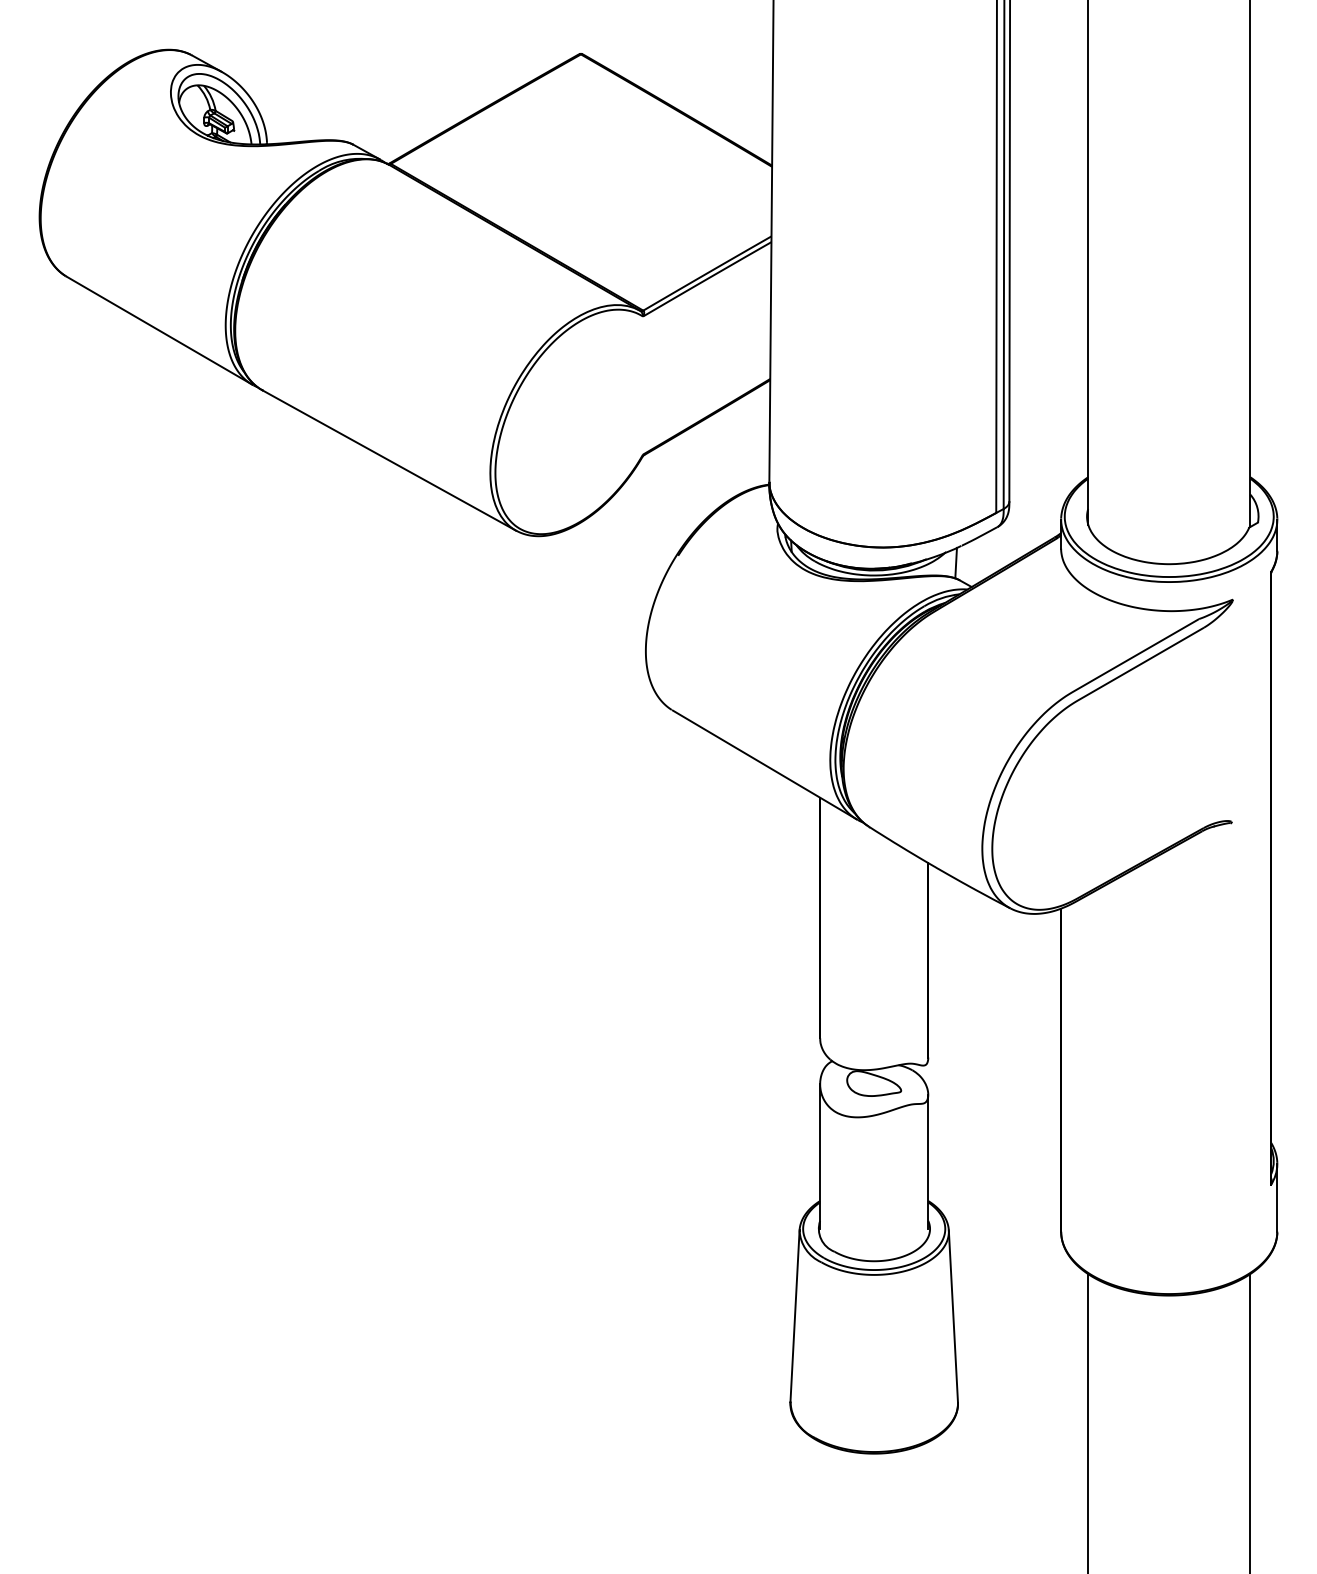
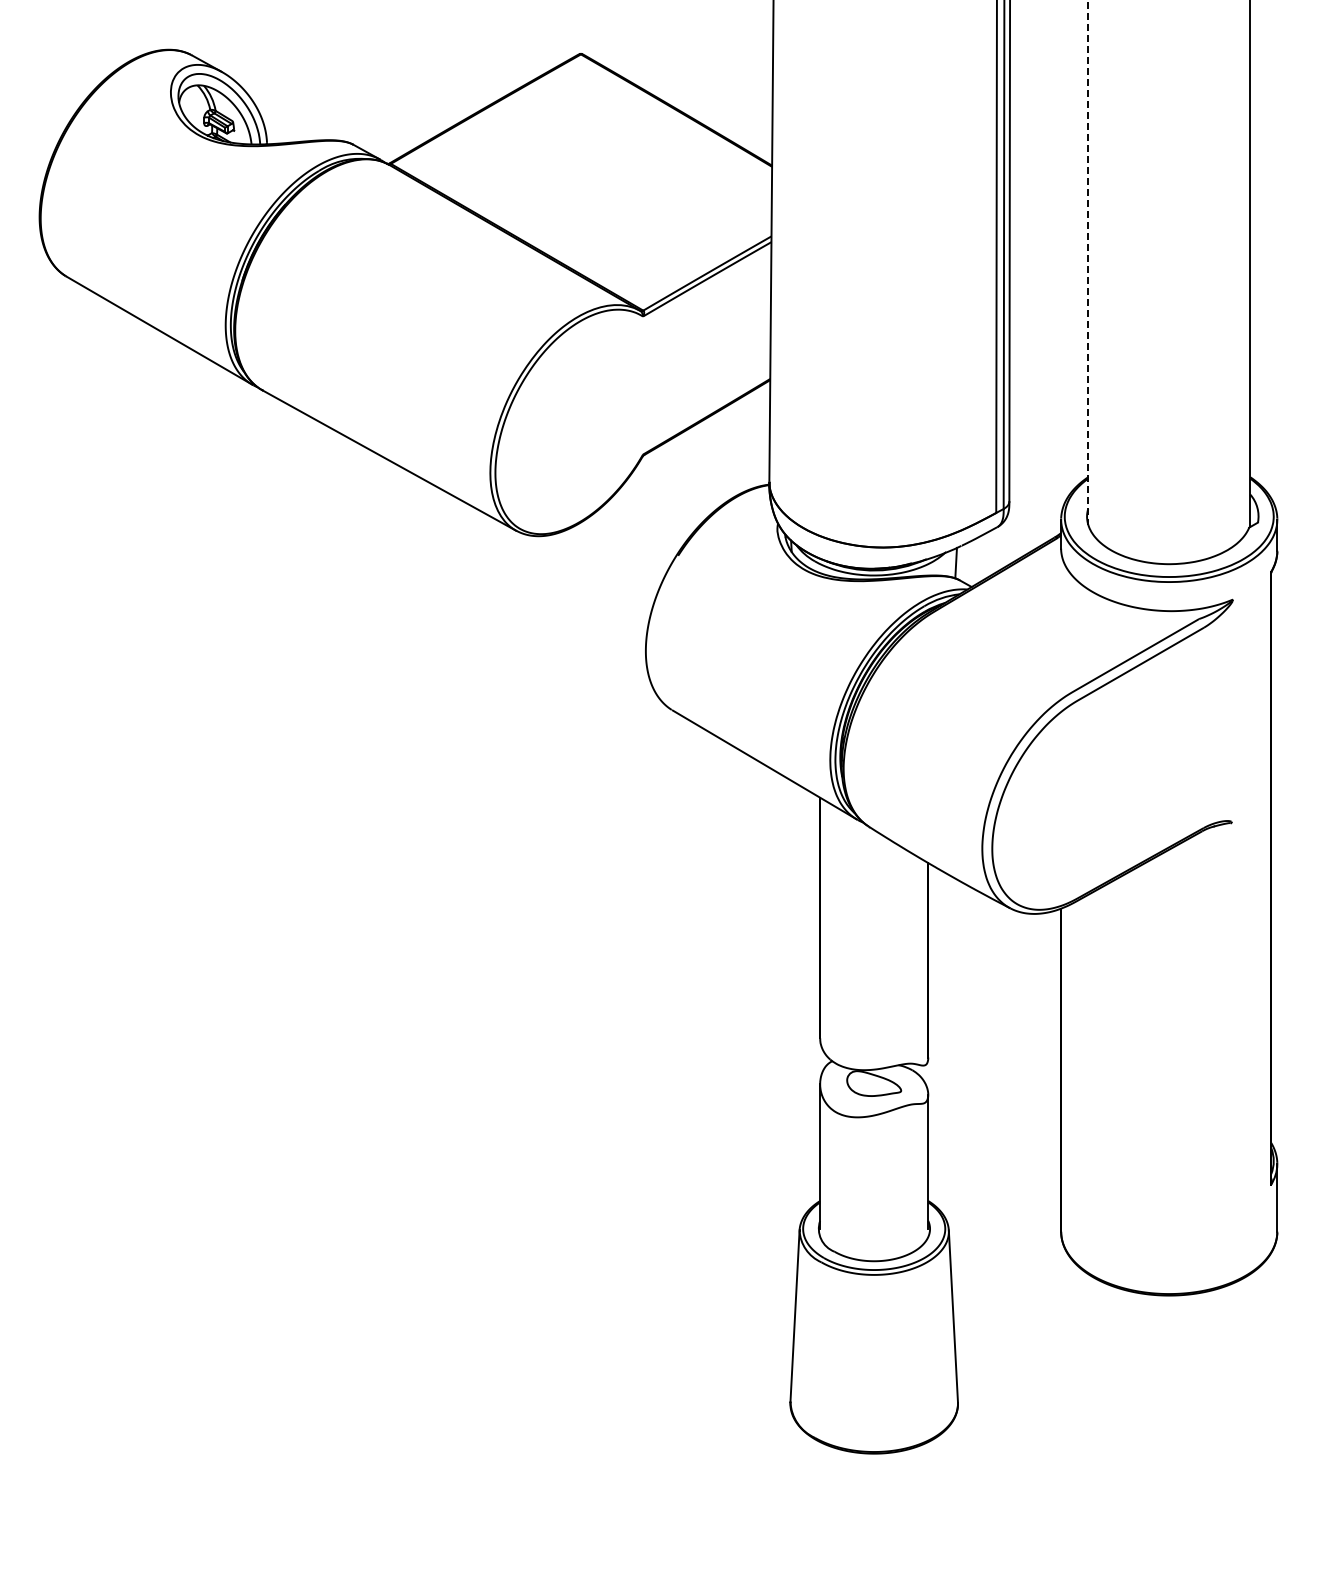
line at (1088, 262): solid -> dashed
line at (1088, 1422): present -> none
line at (1250, 1422): present -> none
